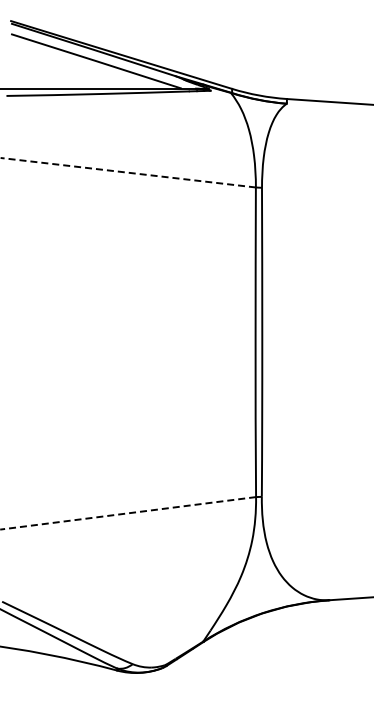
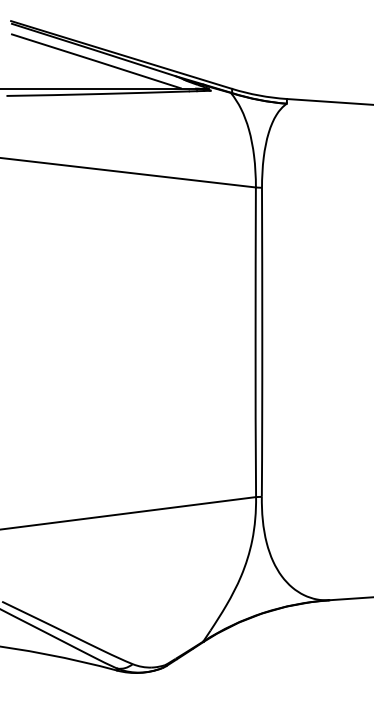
line at (127, 172): dashed -> solid
line at (128, 513): dashed -> solid
